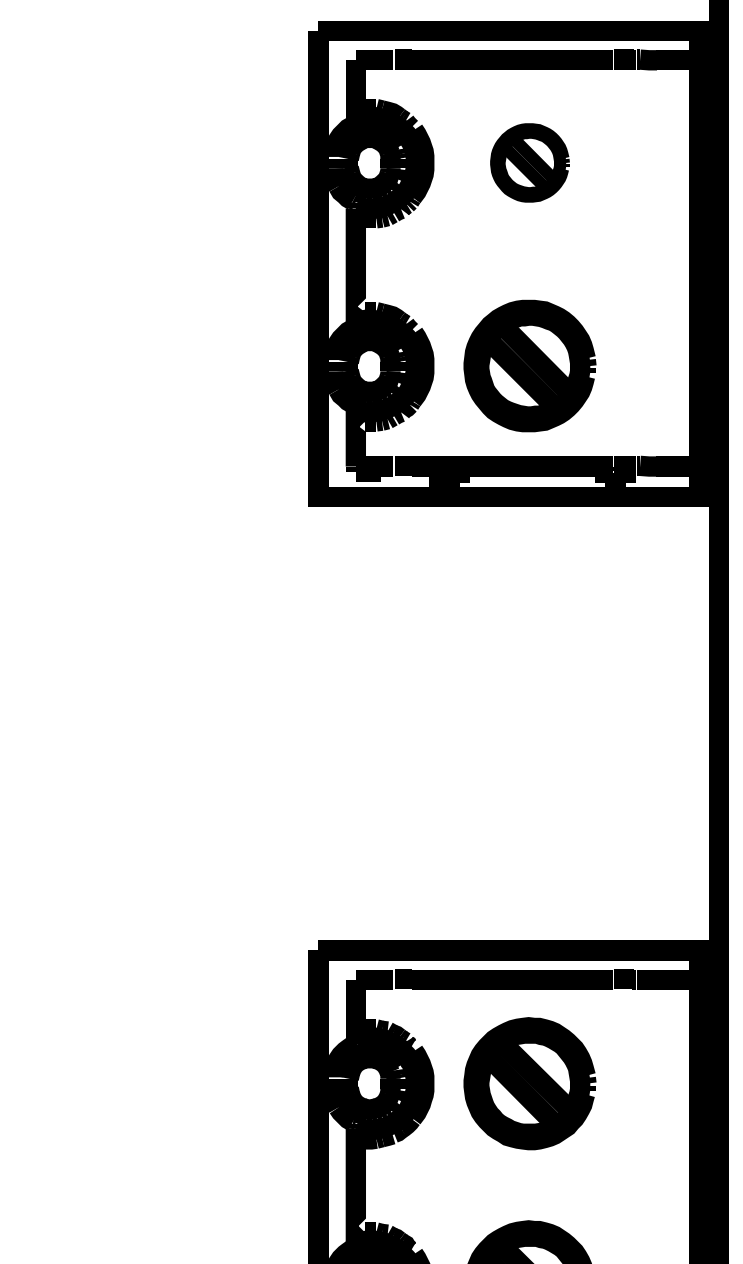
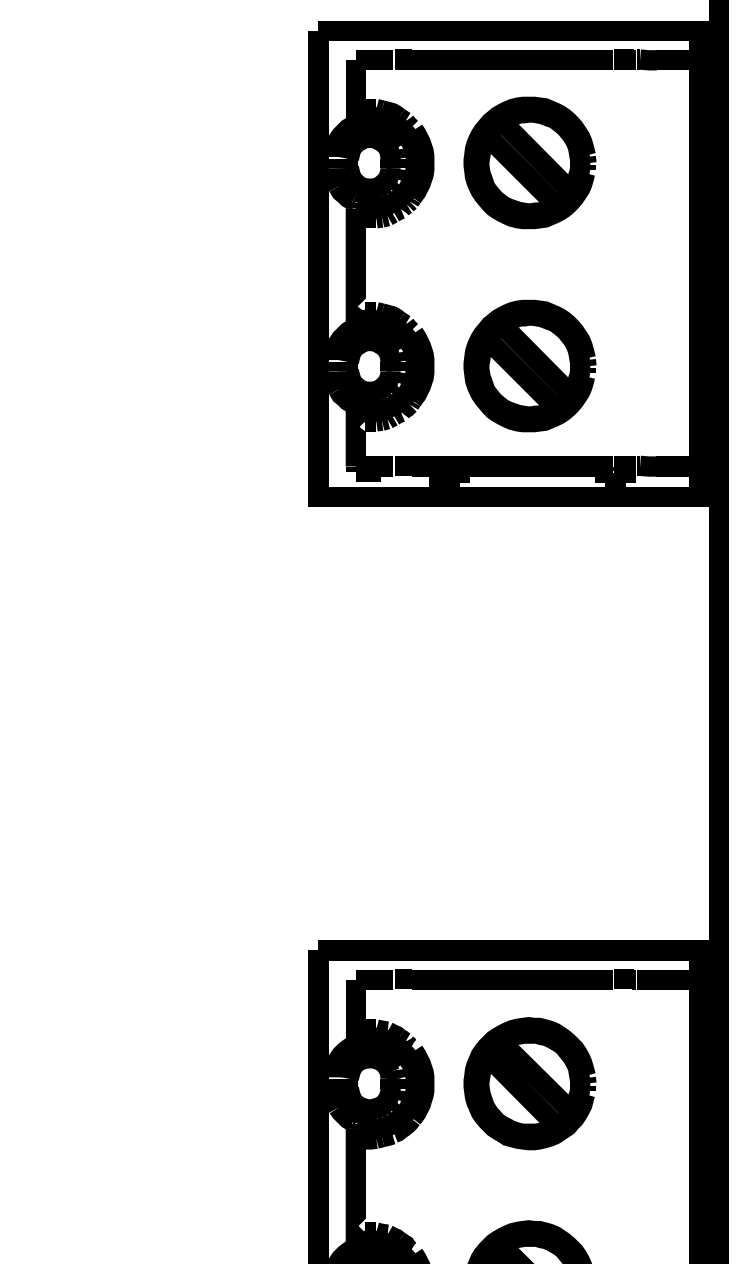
part at (529, 162) size: 80x80 px -> 134x134 px
